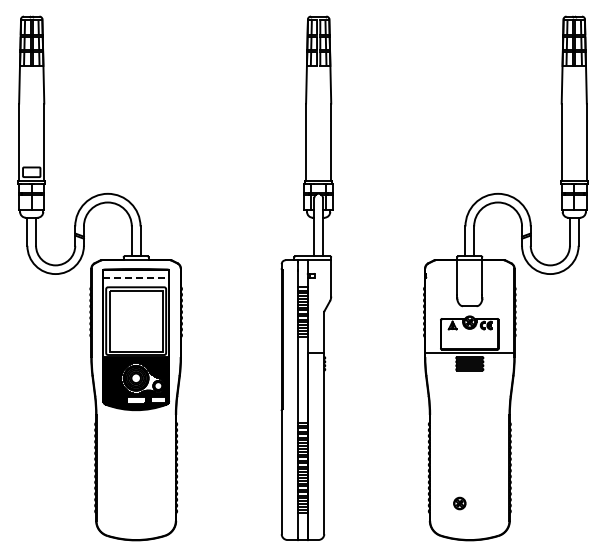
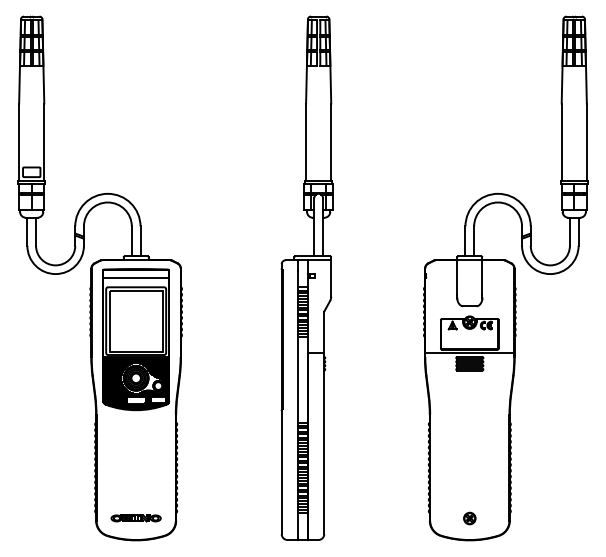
line at (136, 277): dashed -> solid
part at (459, 503) position: (459, 503) -> (469, 518)
part at (135, 518): none -> present
